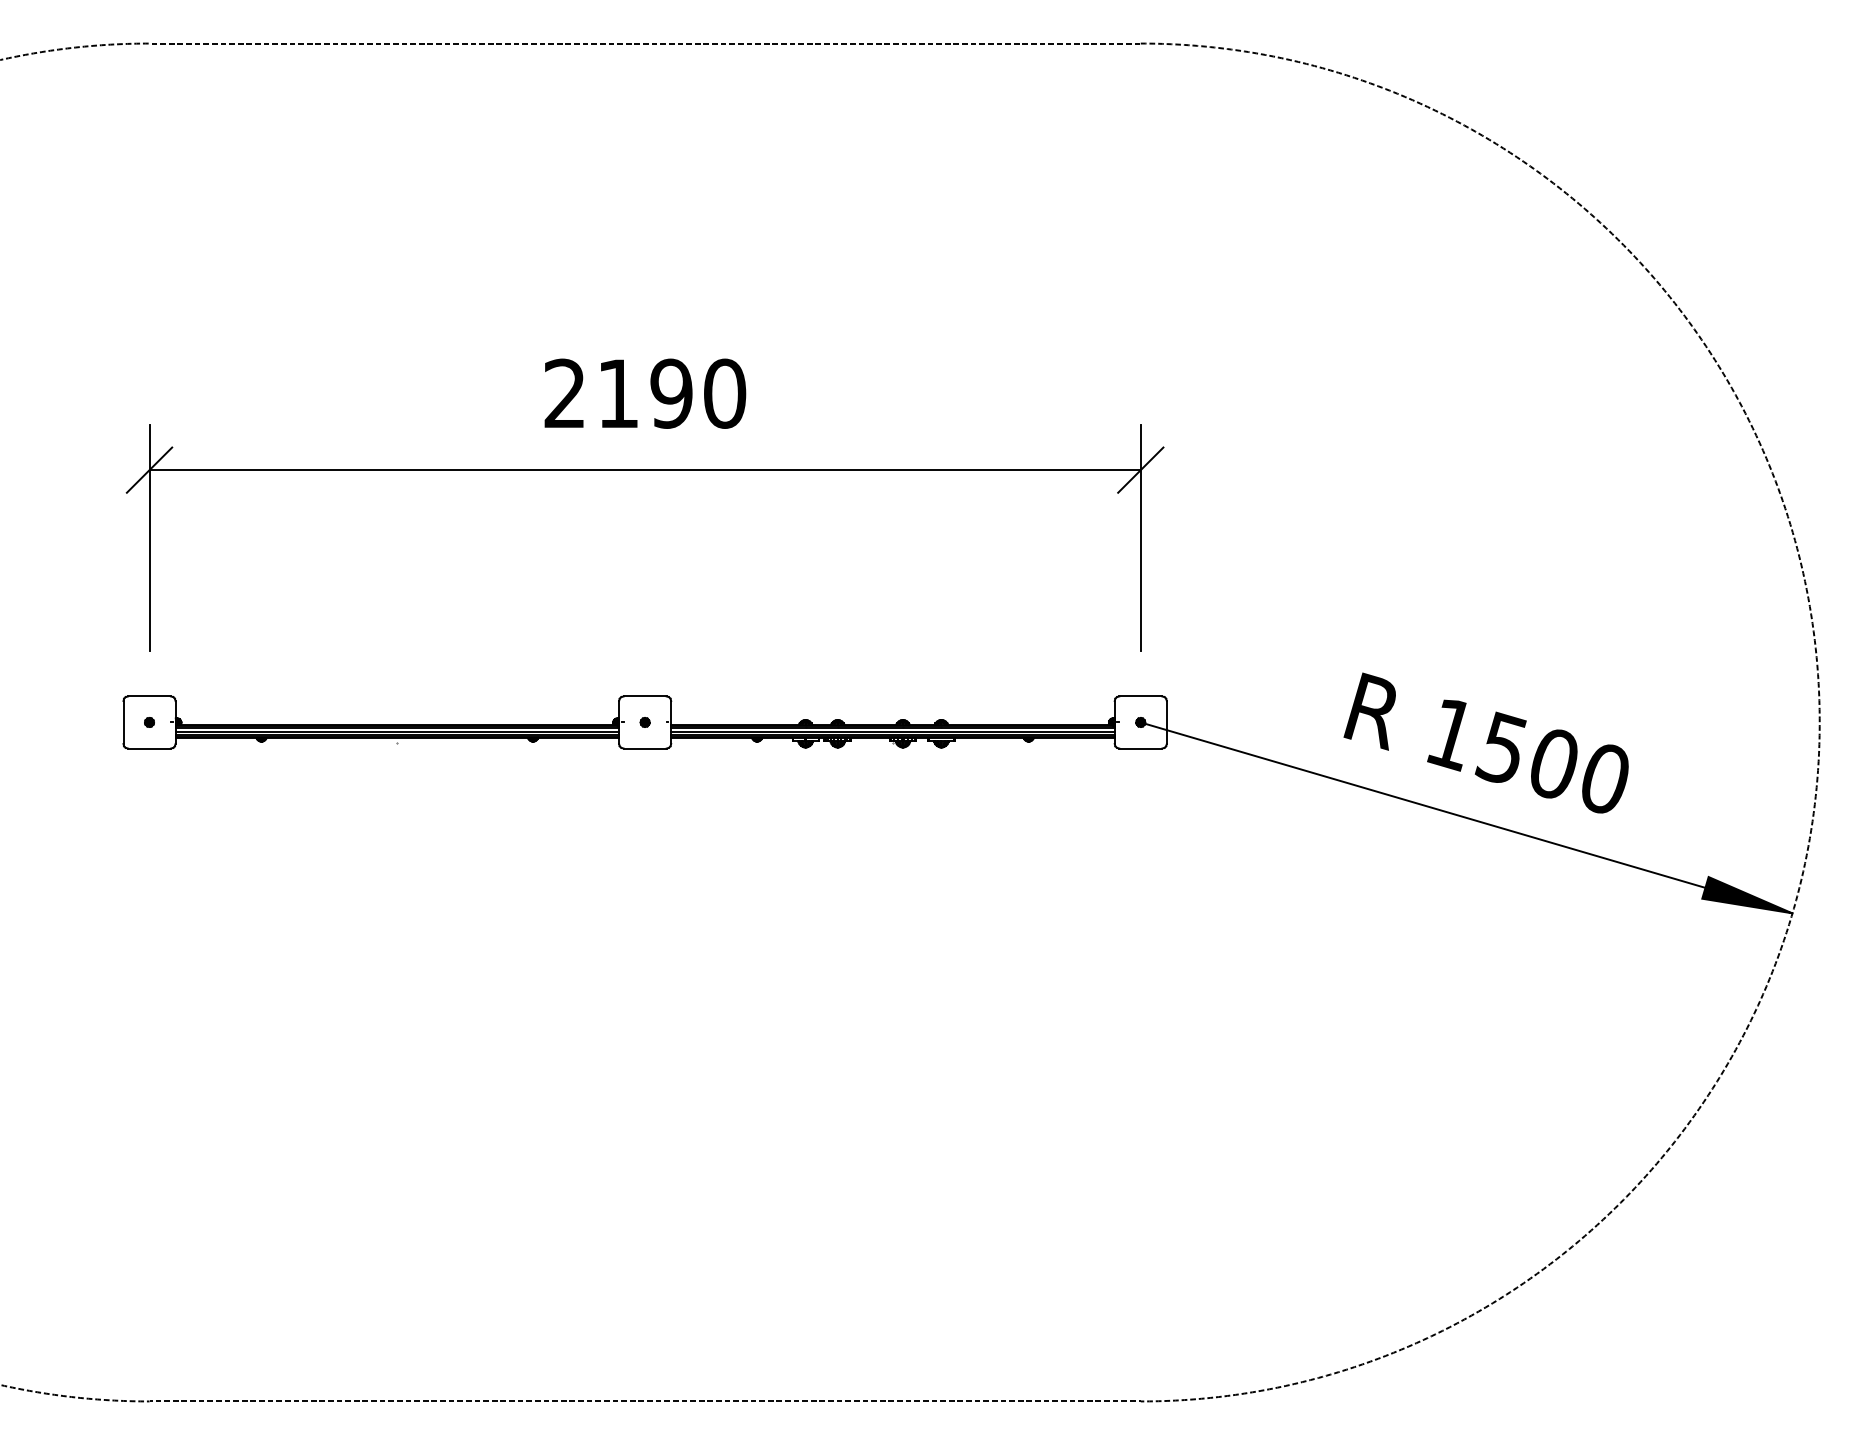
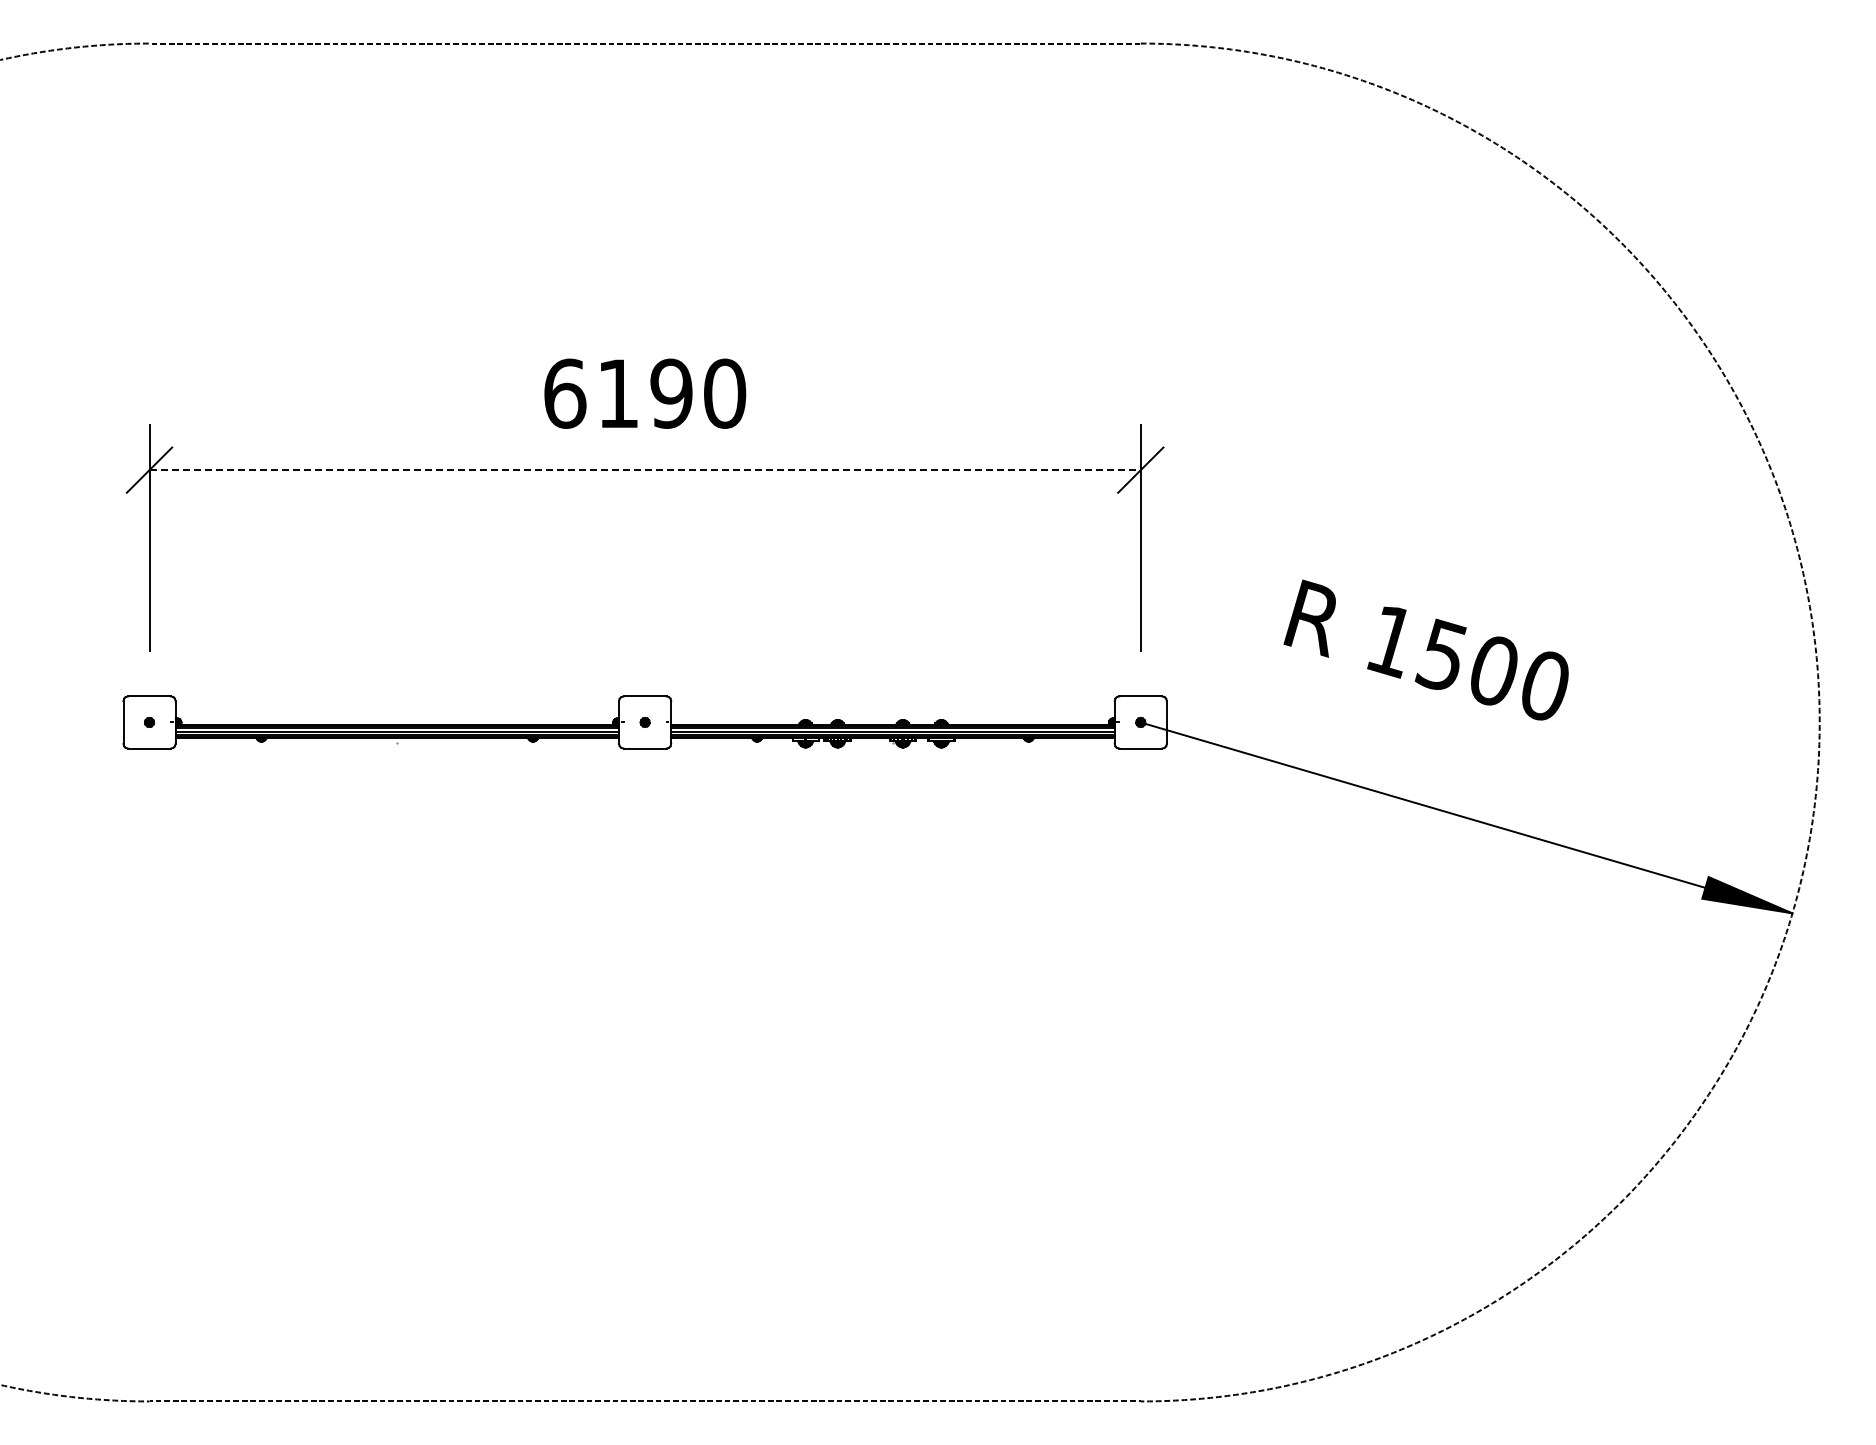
text at (565, 393): 2190 -> 6190
line at (645, 470): solid -> dashed
text at (1485, 742) position: (1485, 742) -> (1425, 649)
